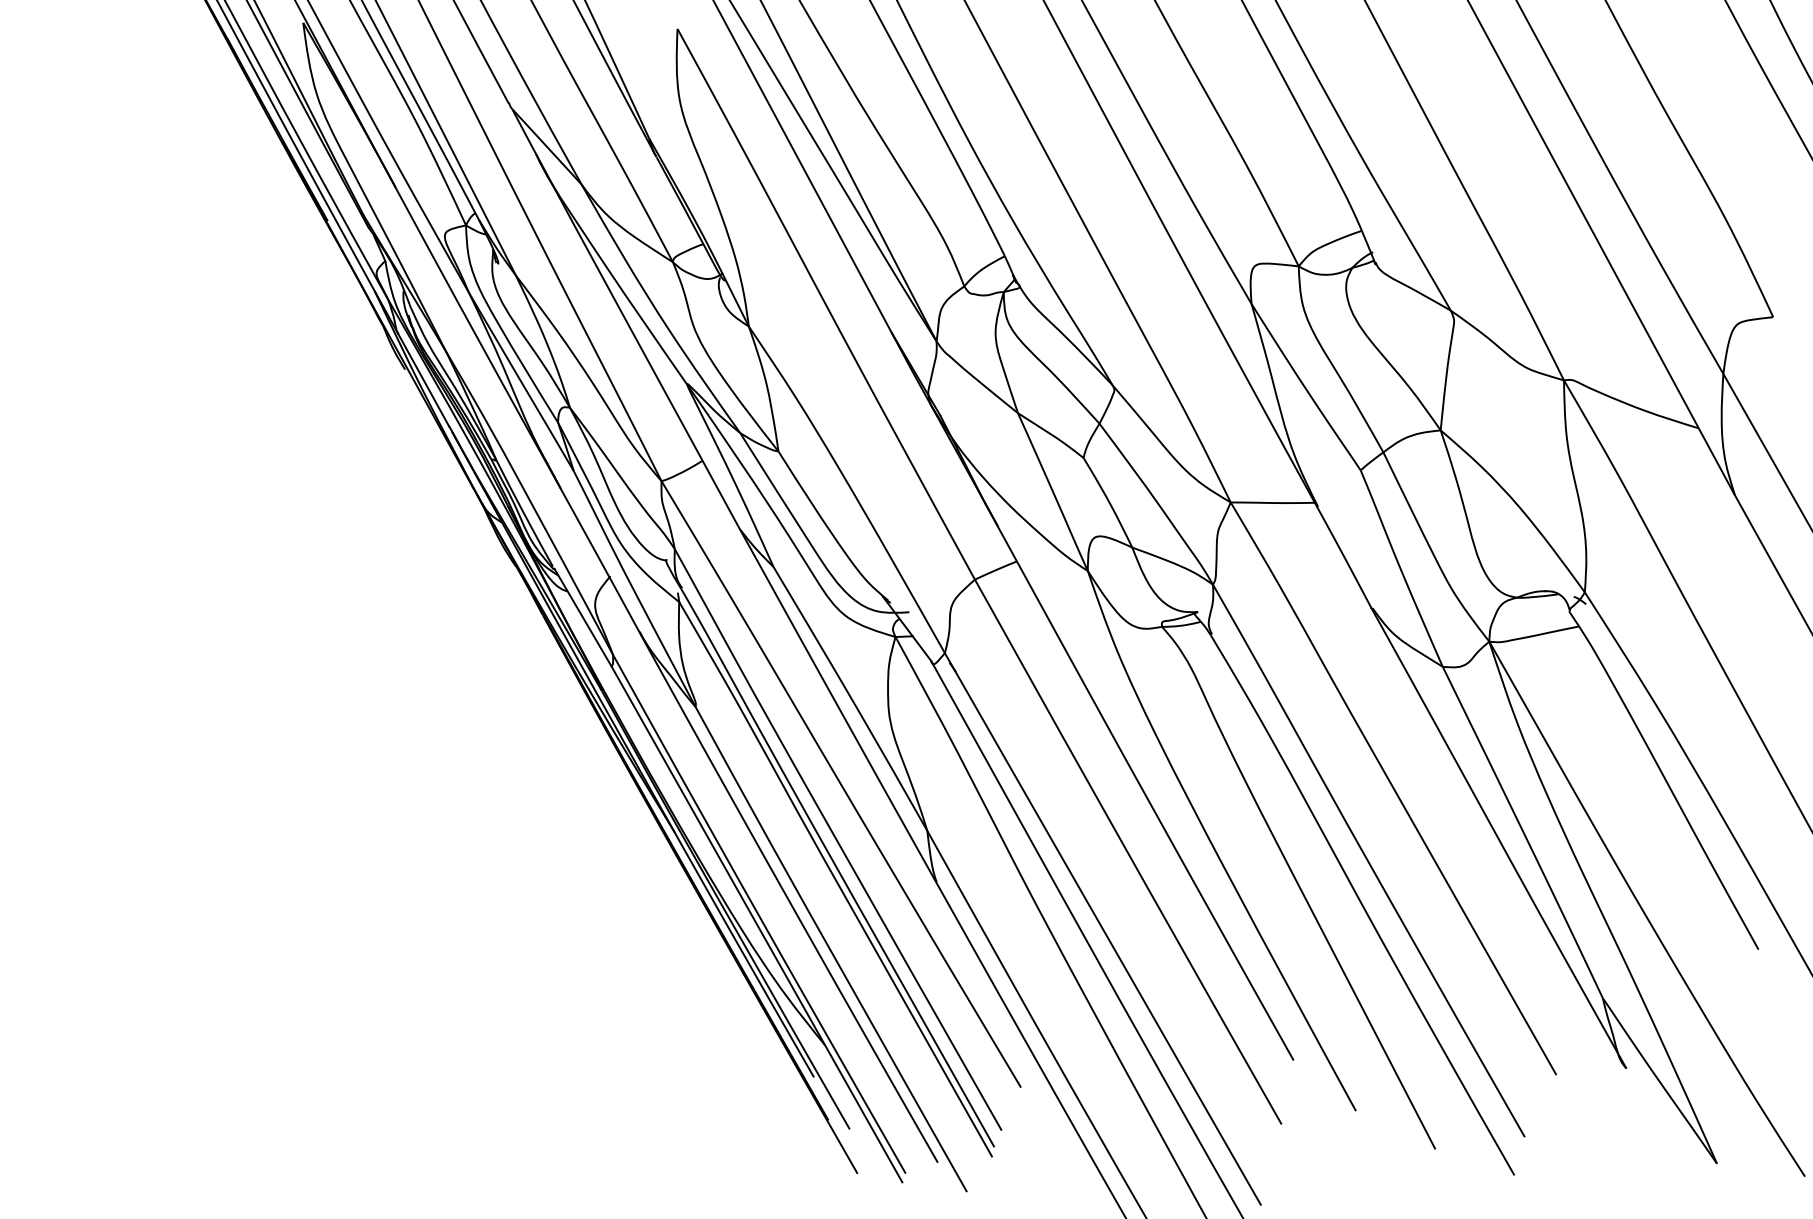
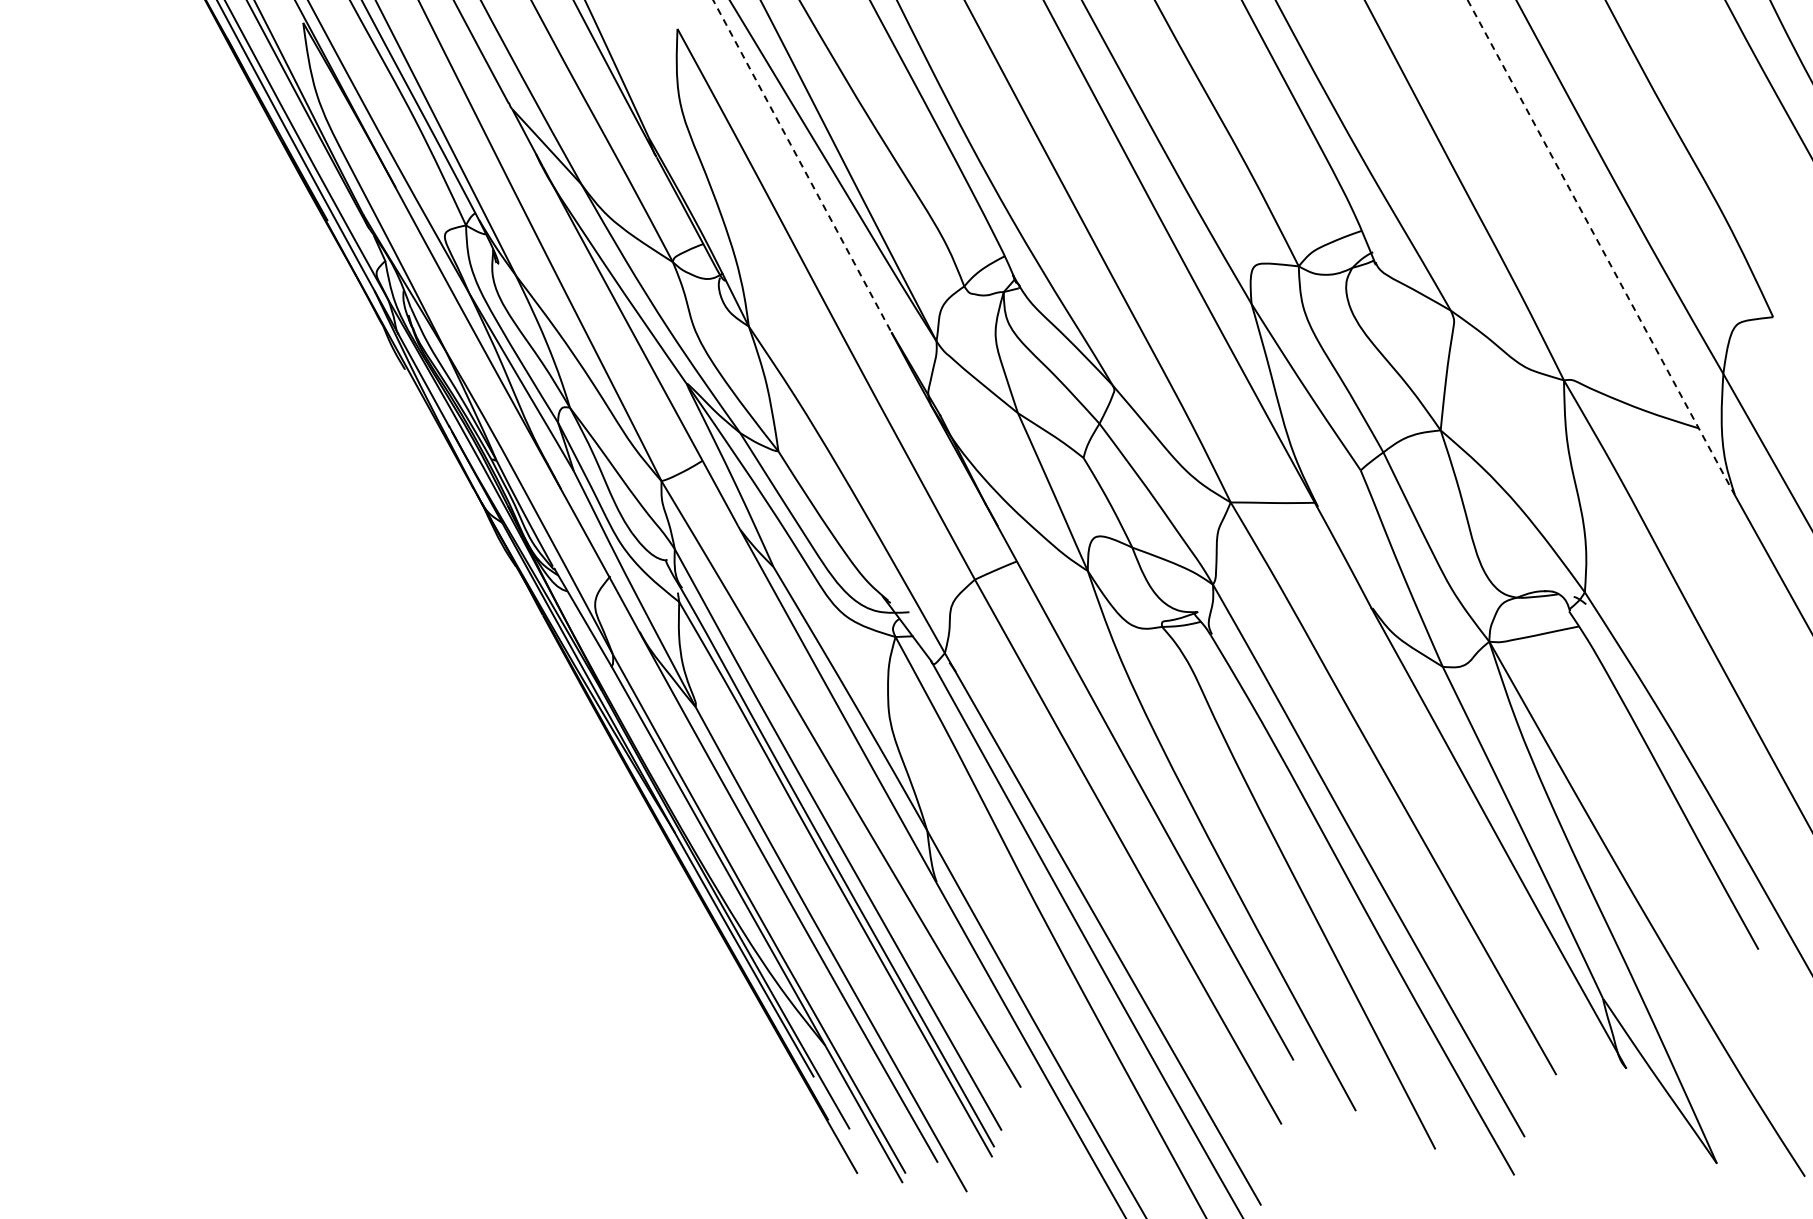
line at (802, 167): solid -> dashed
line at (1600, 247): solid -> dashed
